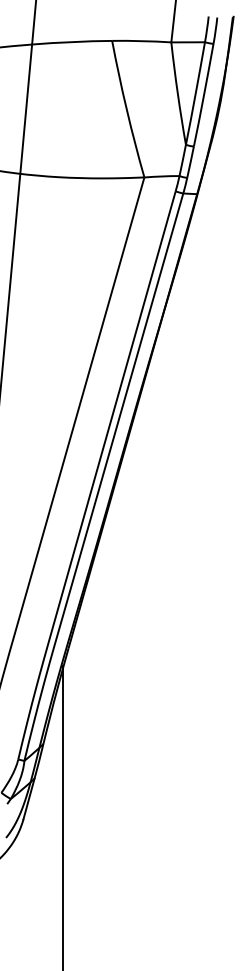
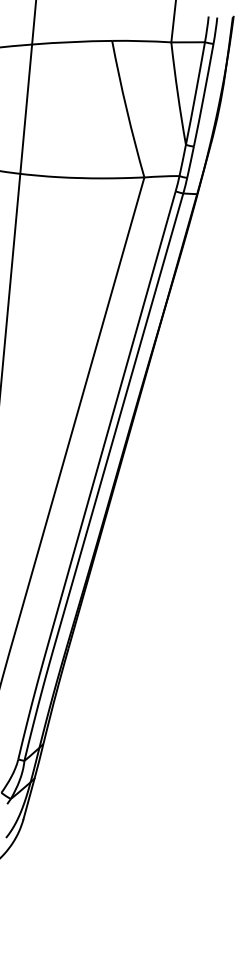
line at (63, 816): present -> none
